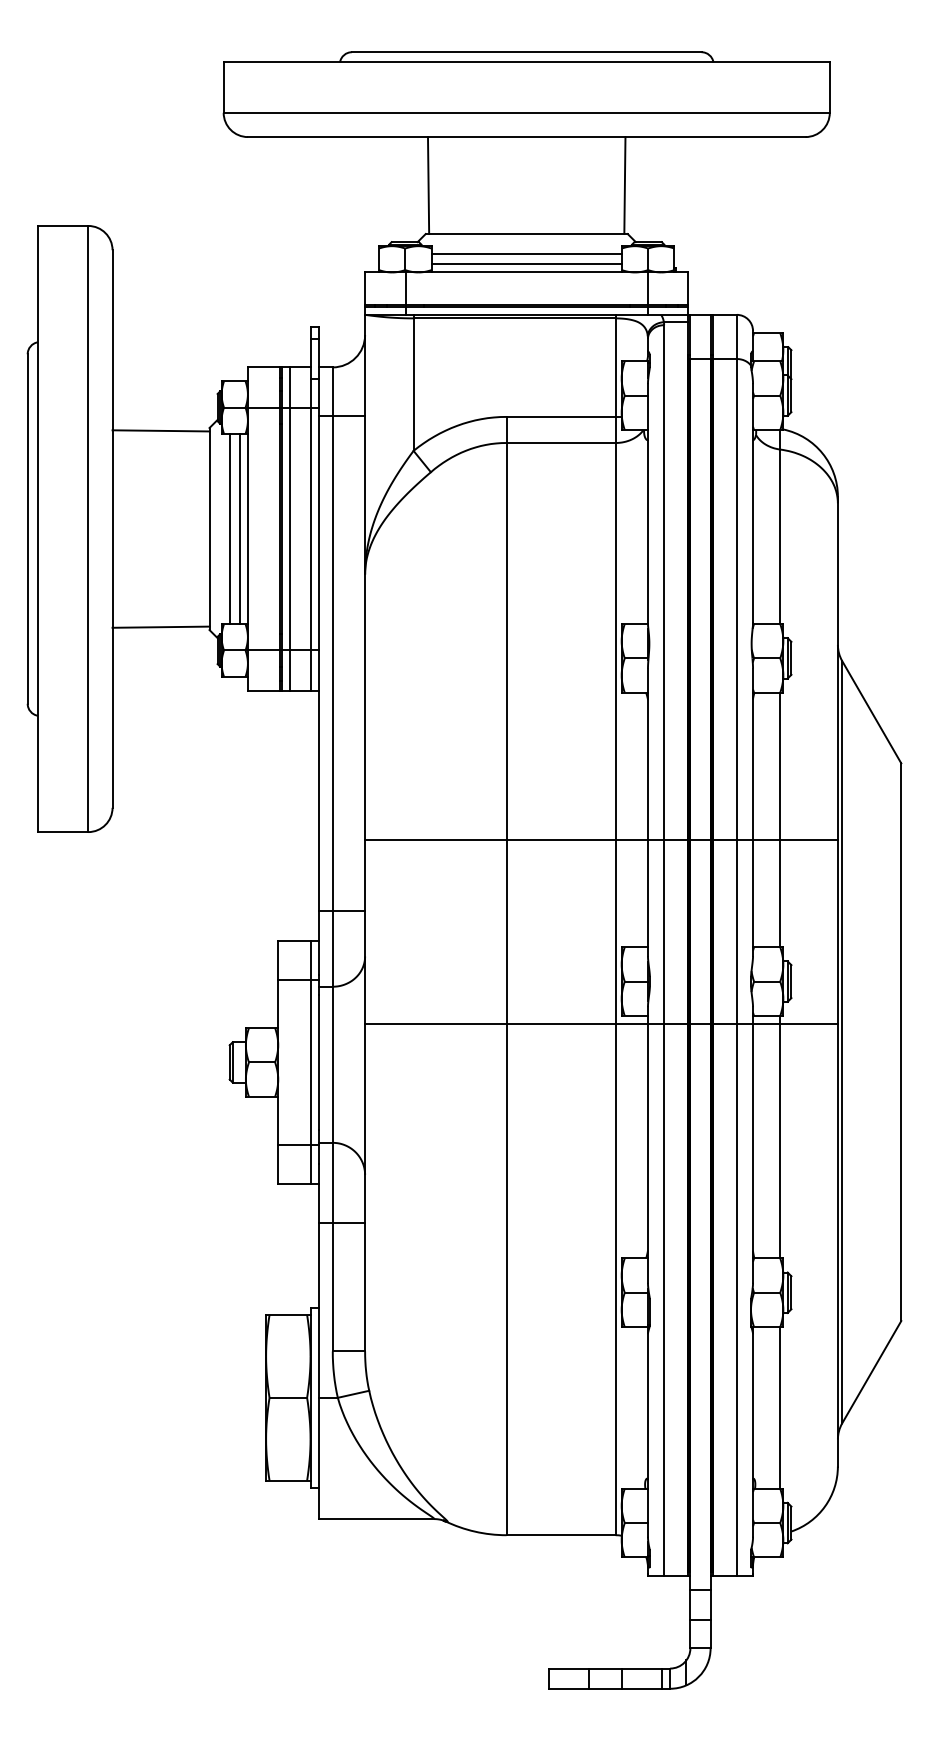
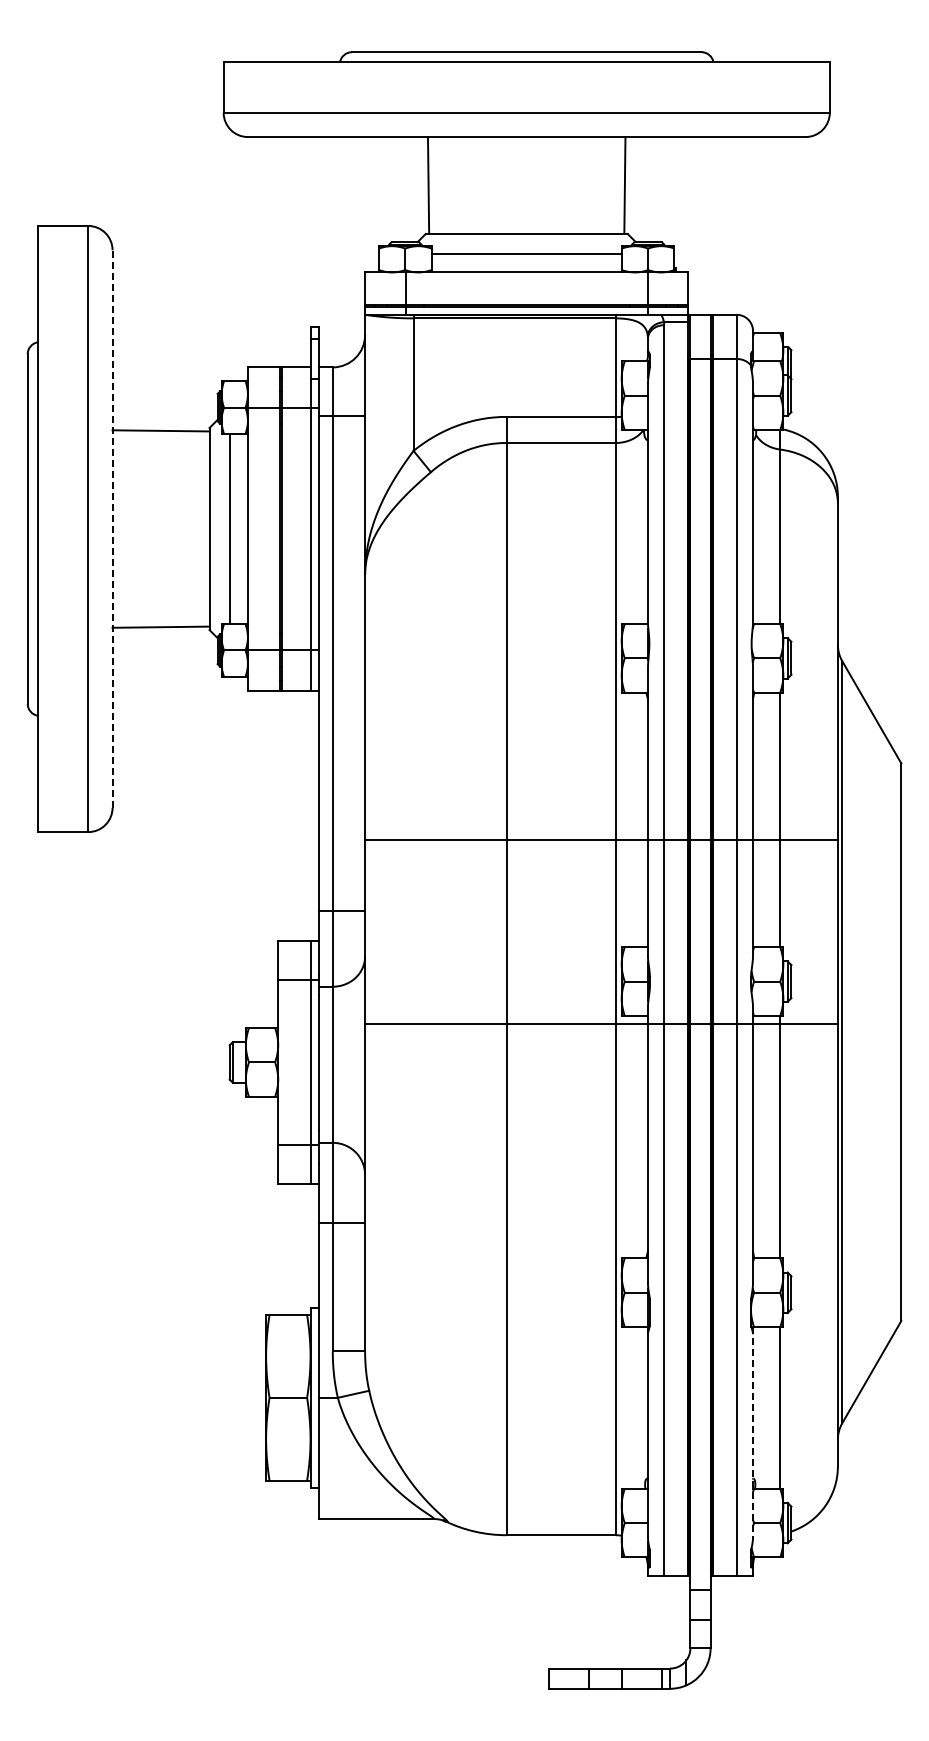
line at (526, 264): present -> none
line at (239, 528): present -> none
line at (290, 528): present -> none
line at (112, 529): solid -> dashed
line at (753, 1431): solid -> dashed
